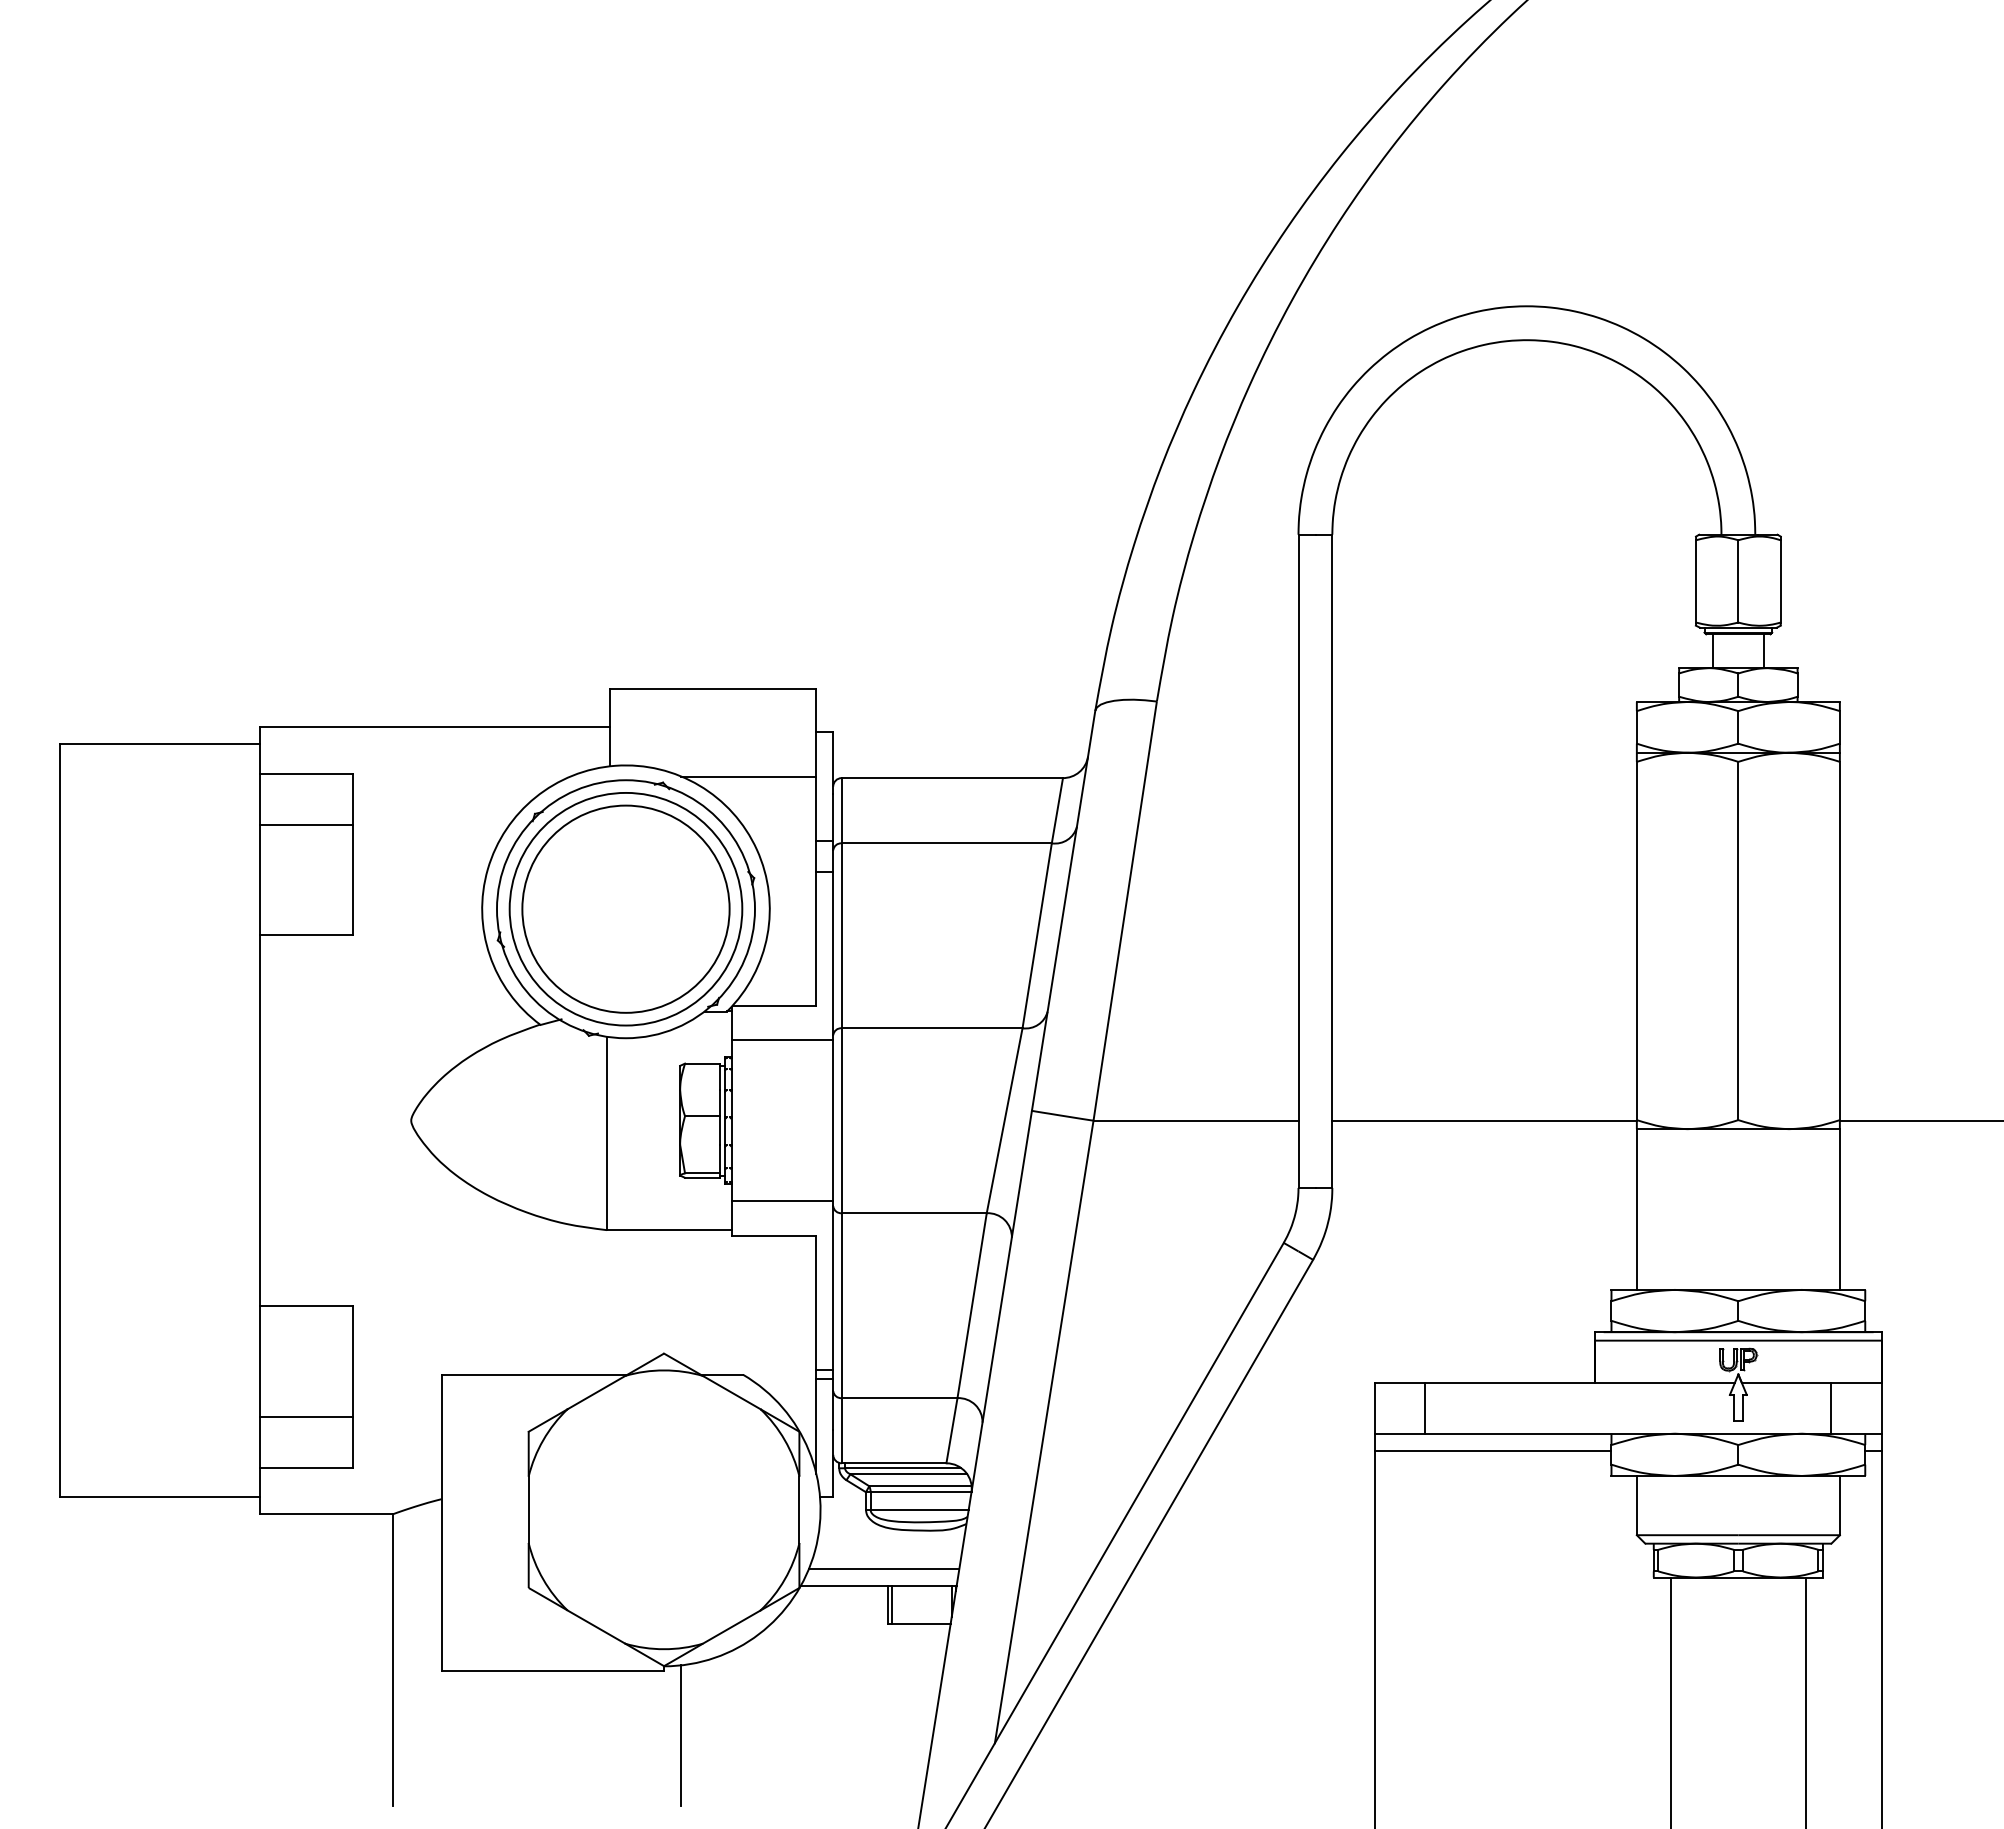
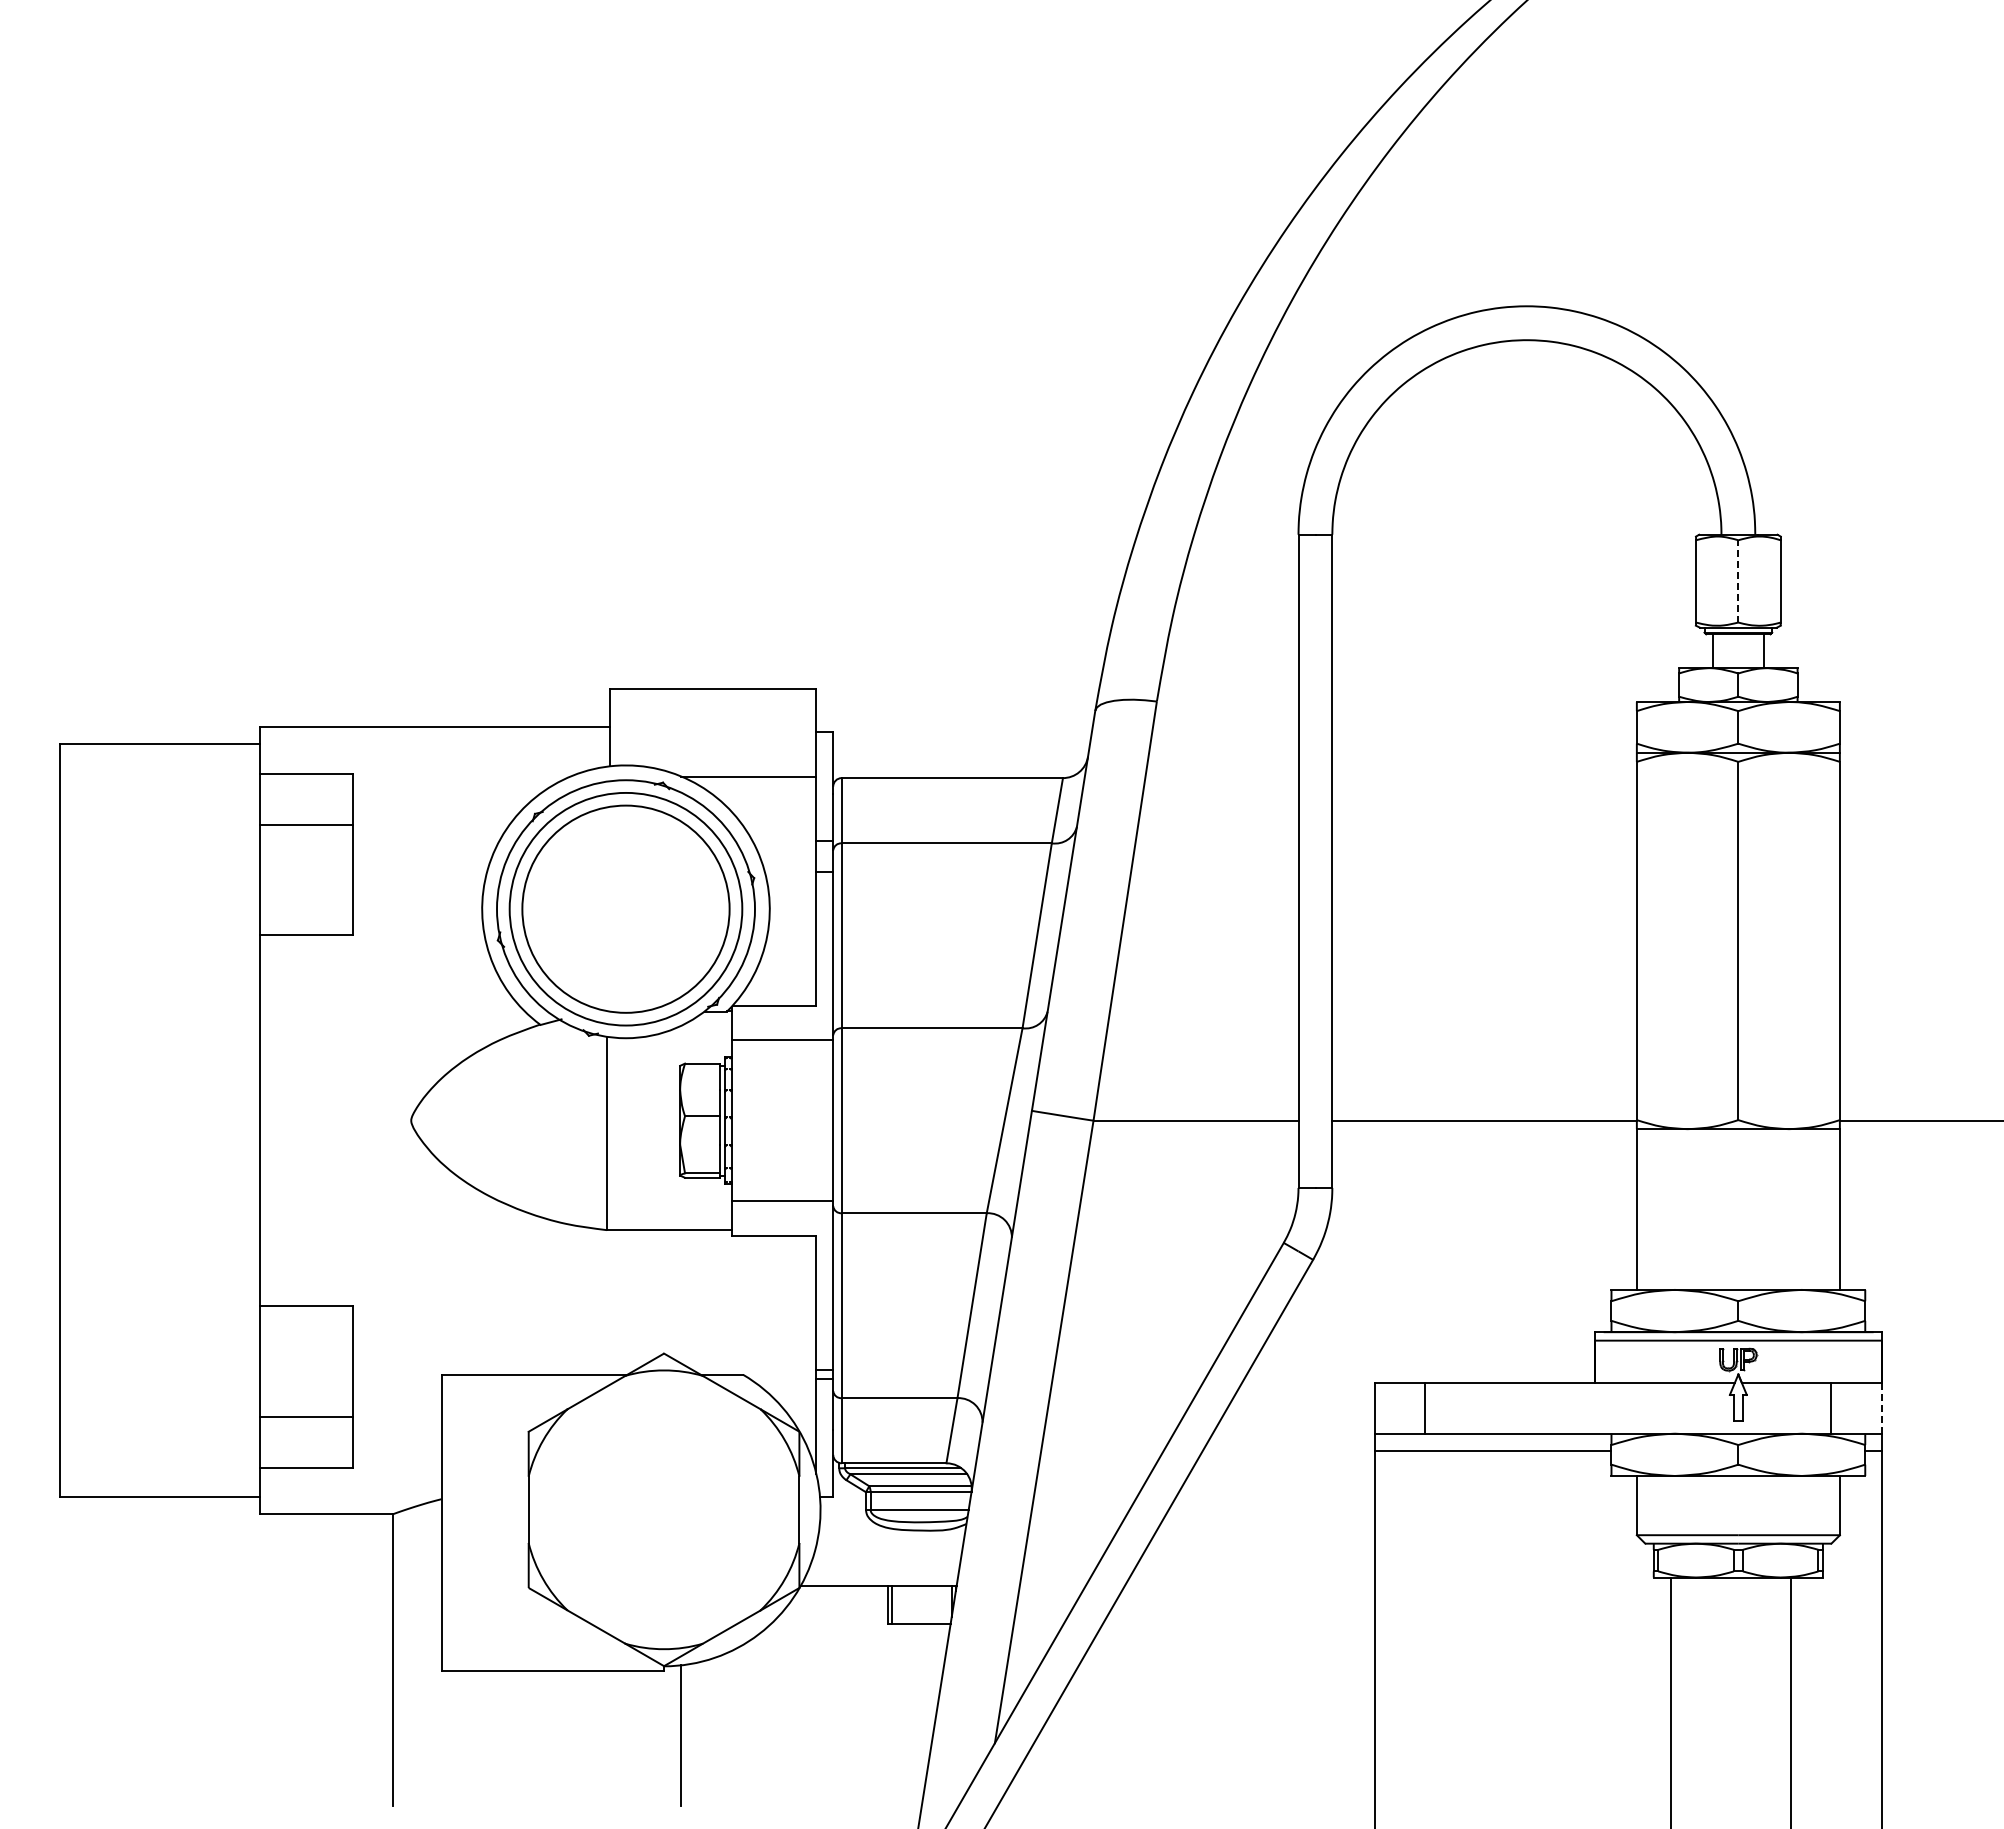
line at (1738, 580): solid -> dashed
line at (1882, 1408): solid -> dashed
line at (883, 1569): present -> none
line at (1806, 1701) position: (1806, 1701) -> (1791, 1701)
